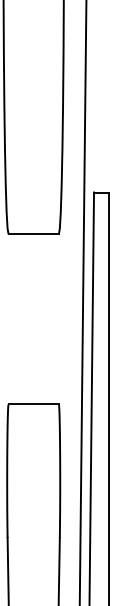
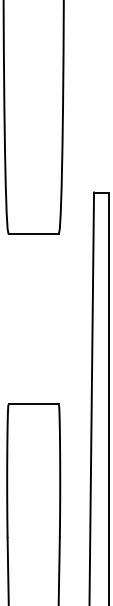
line at (82, 302): present -> none
